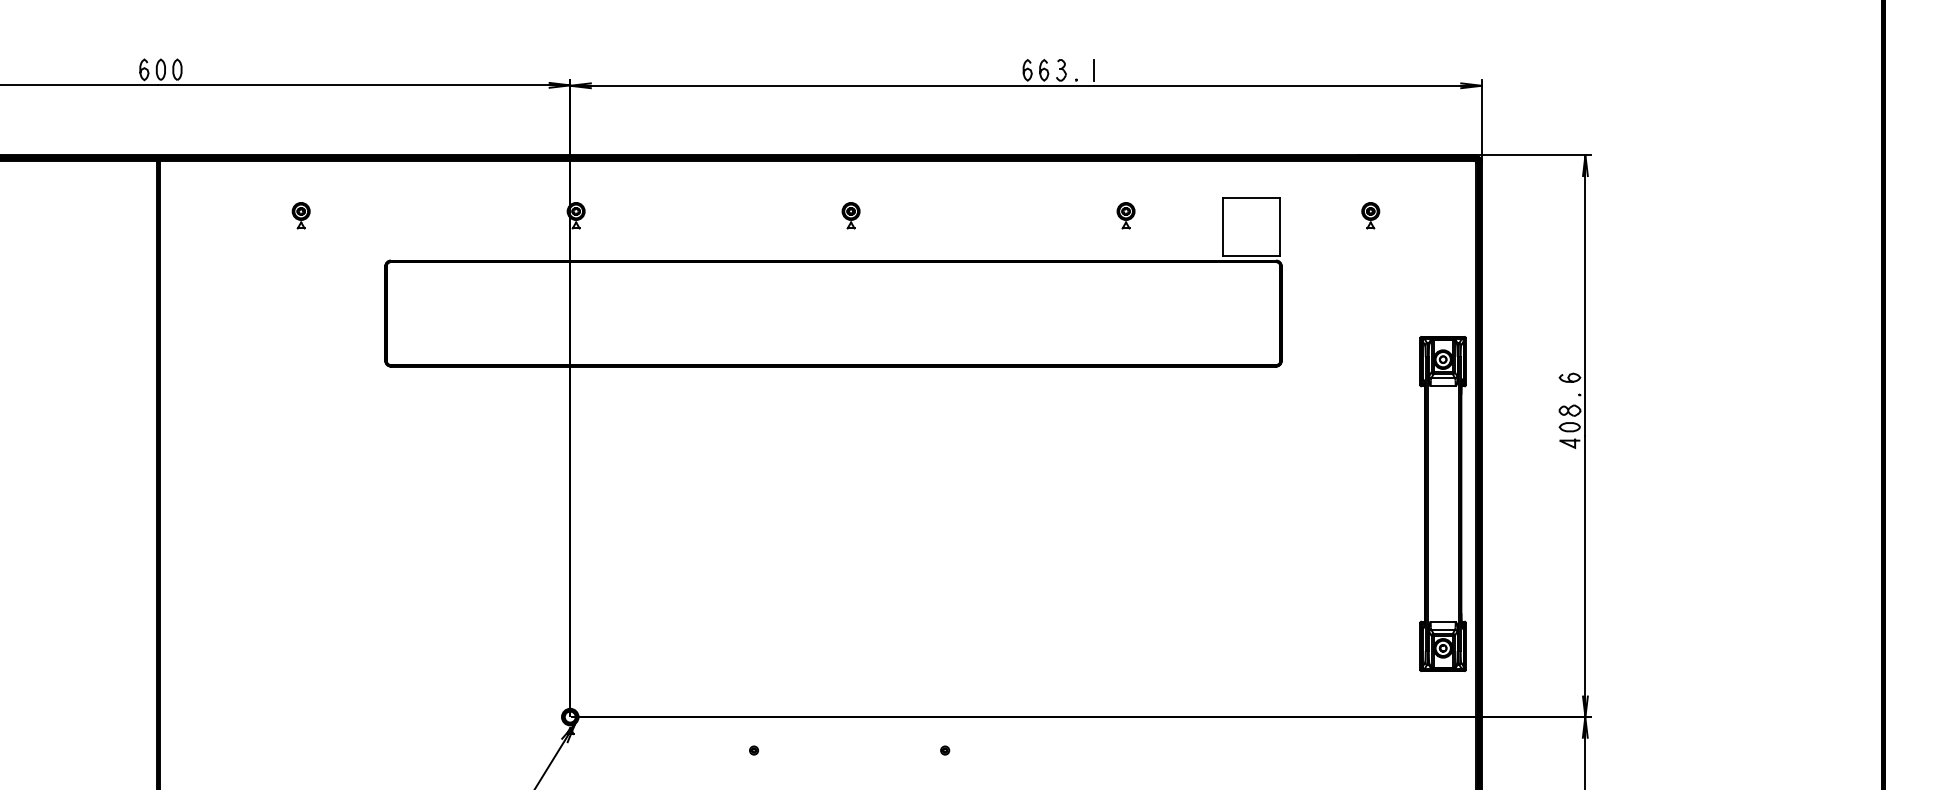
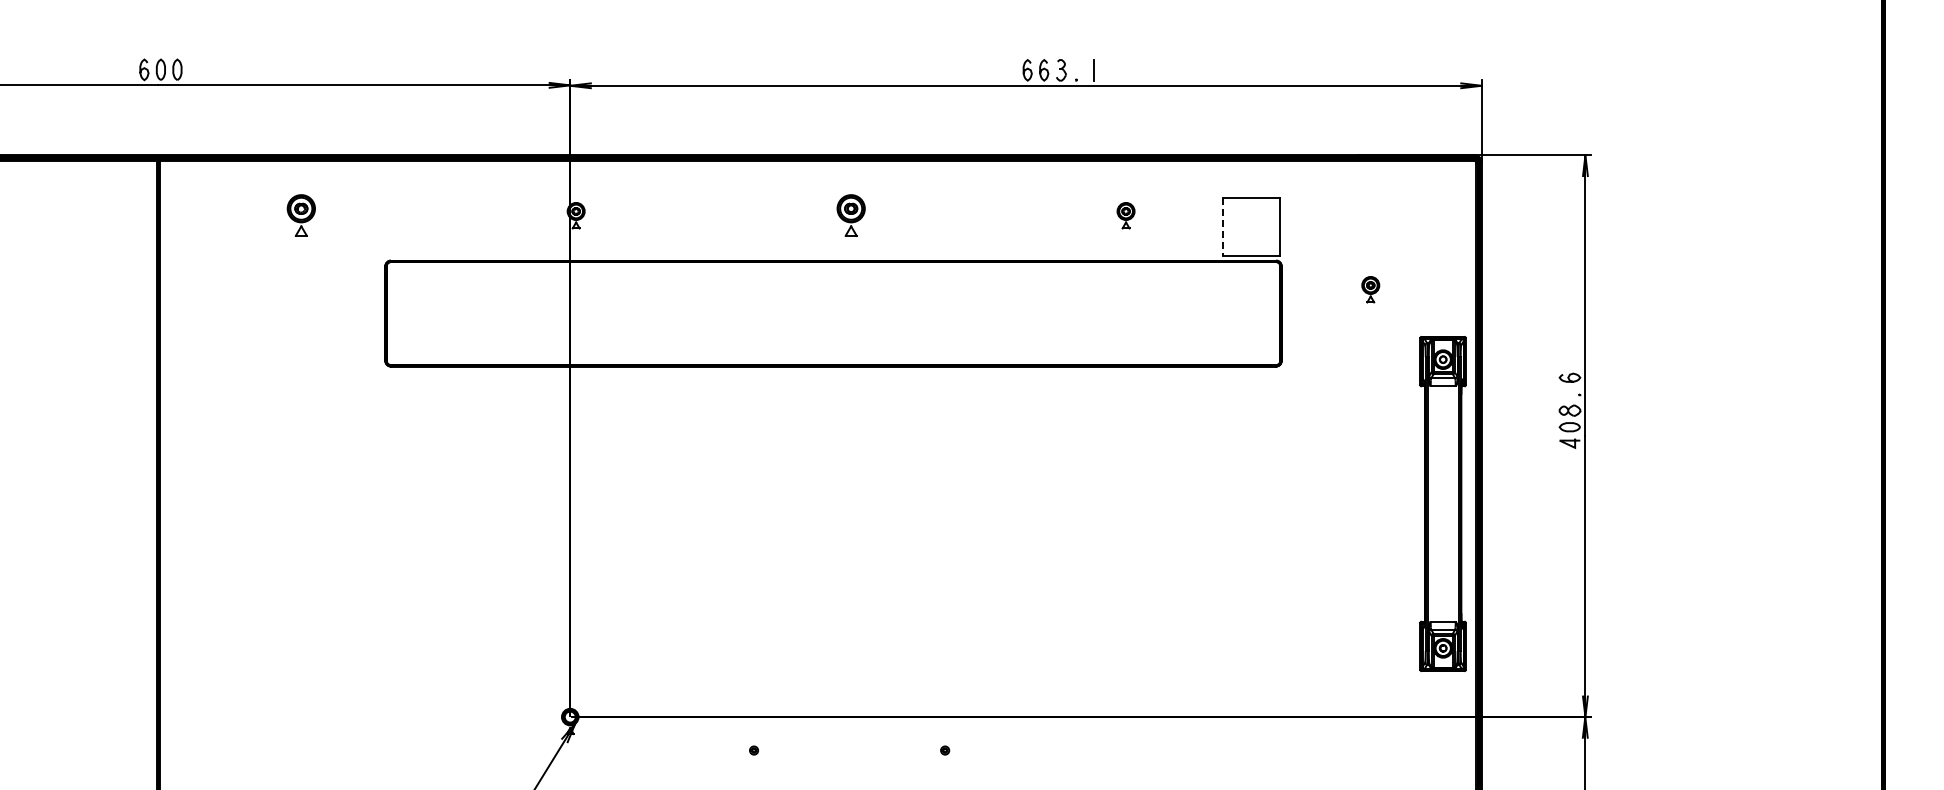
part at (300, 215) size: 20x28 px -> 30x43 px
part at (850, 215) size: 20x28 px -> 30x43 px
part at (1370, 215) position: (1370, 215) -> (1370, 289)
line at (1222, 227): solid -> dashed
